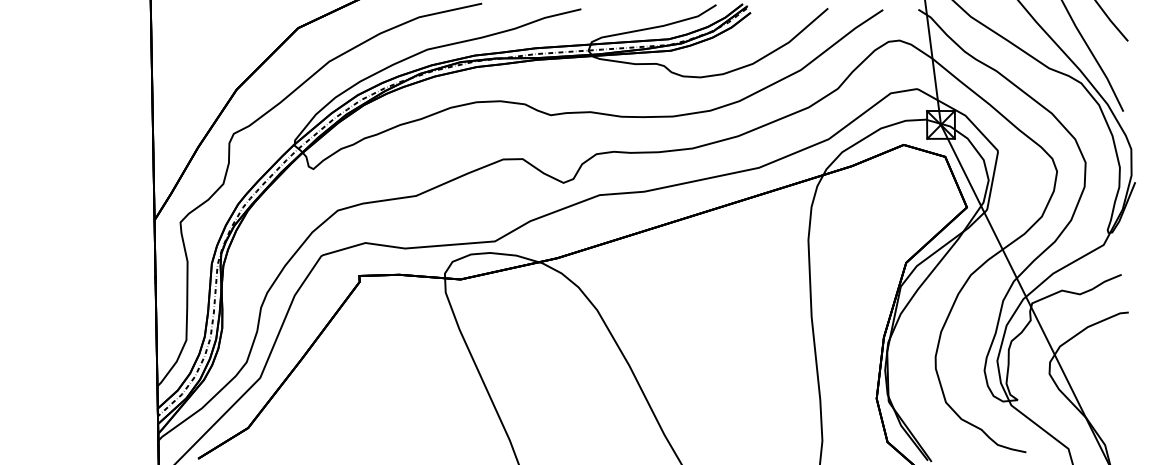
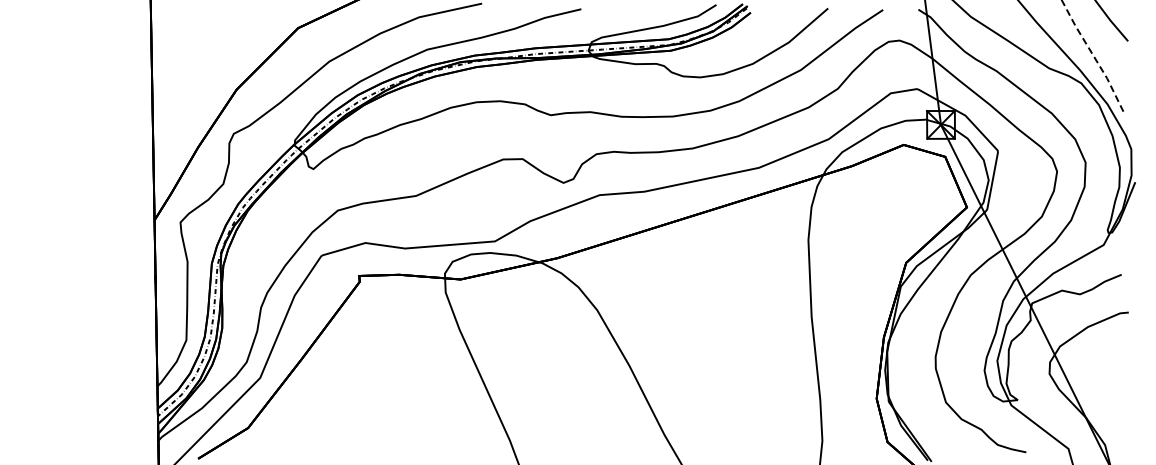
line at (1093, 55): solid -> dashed
